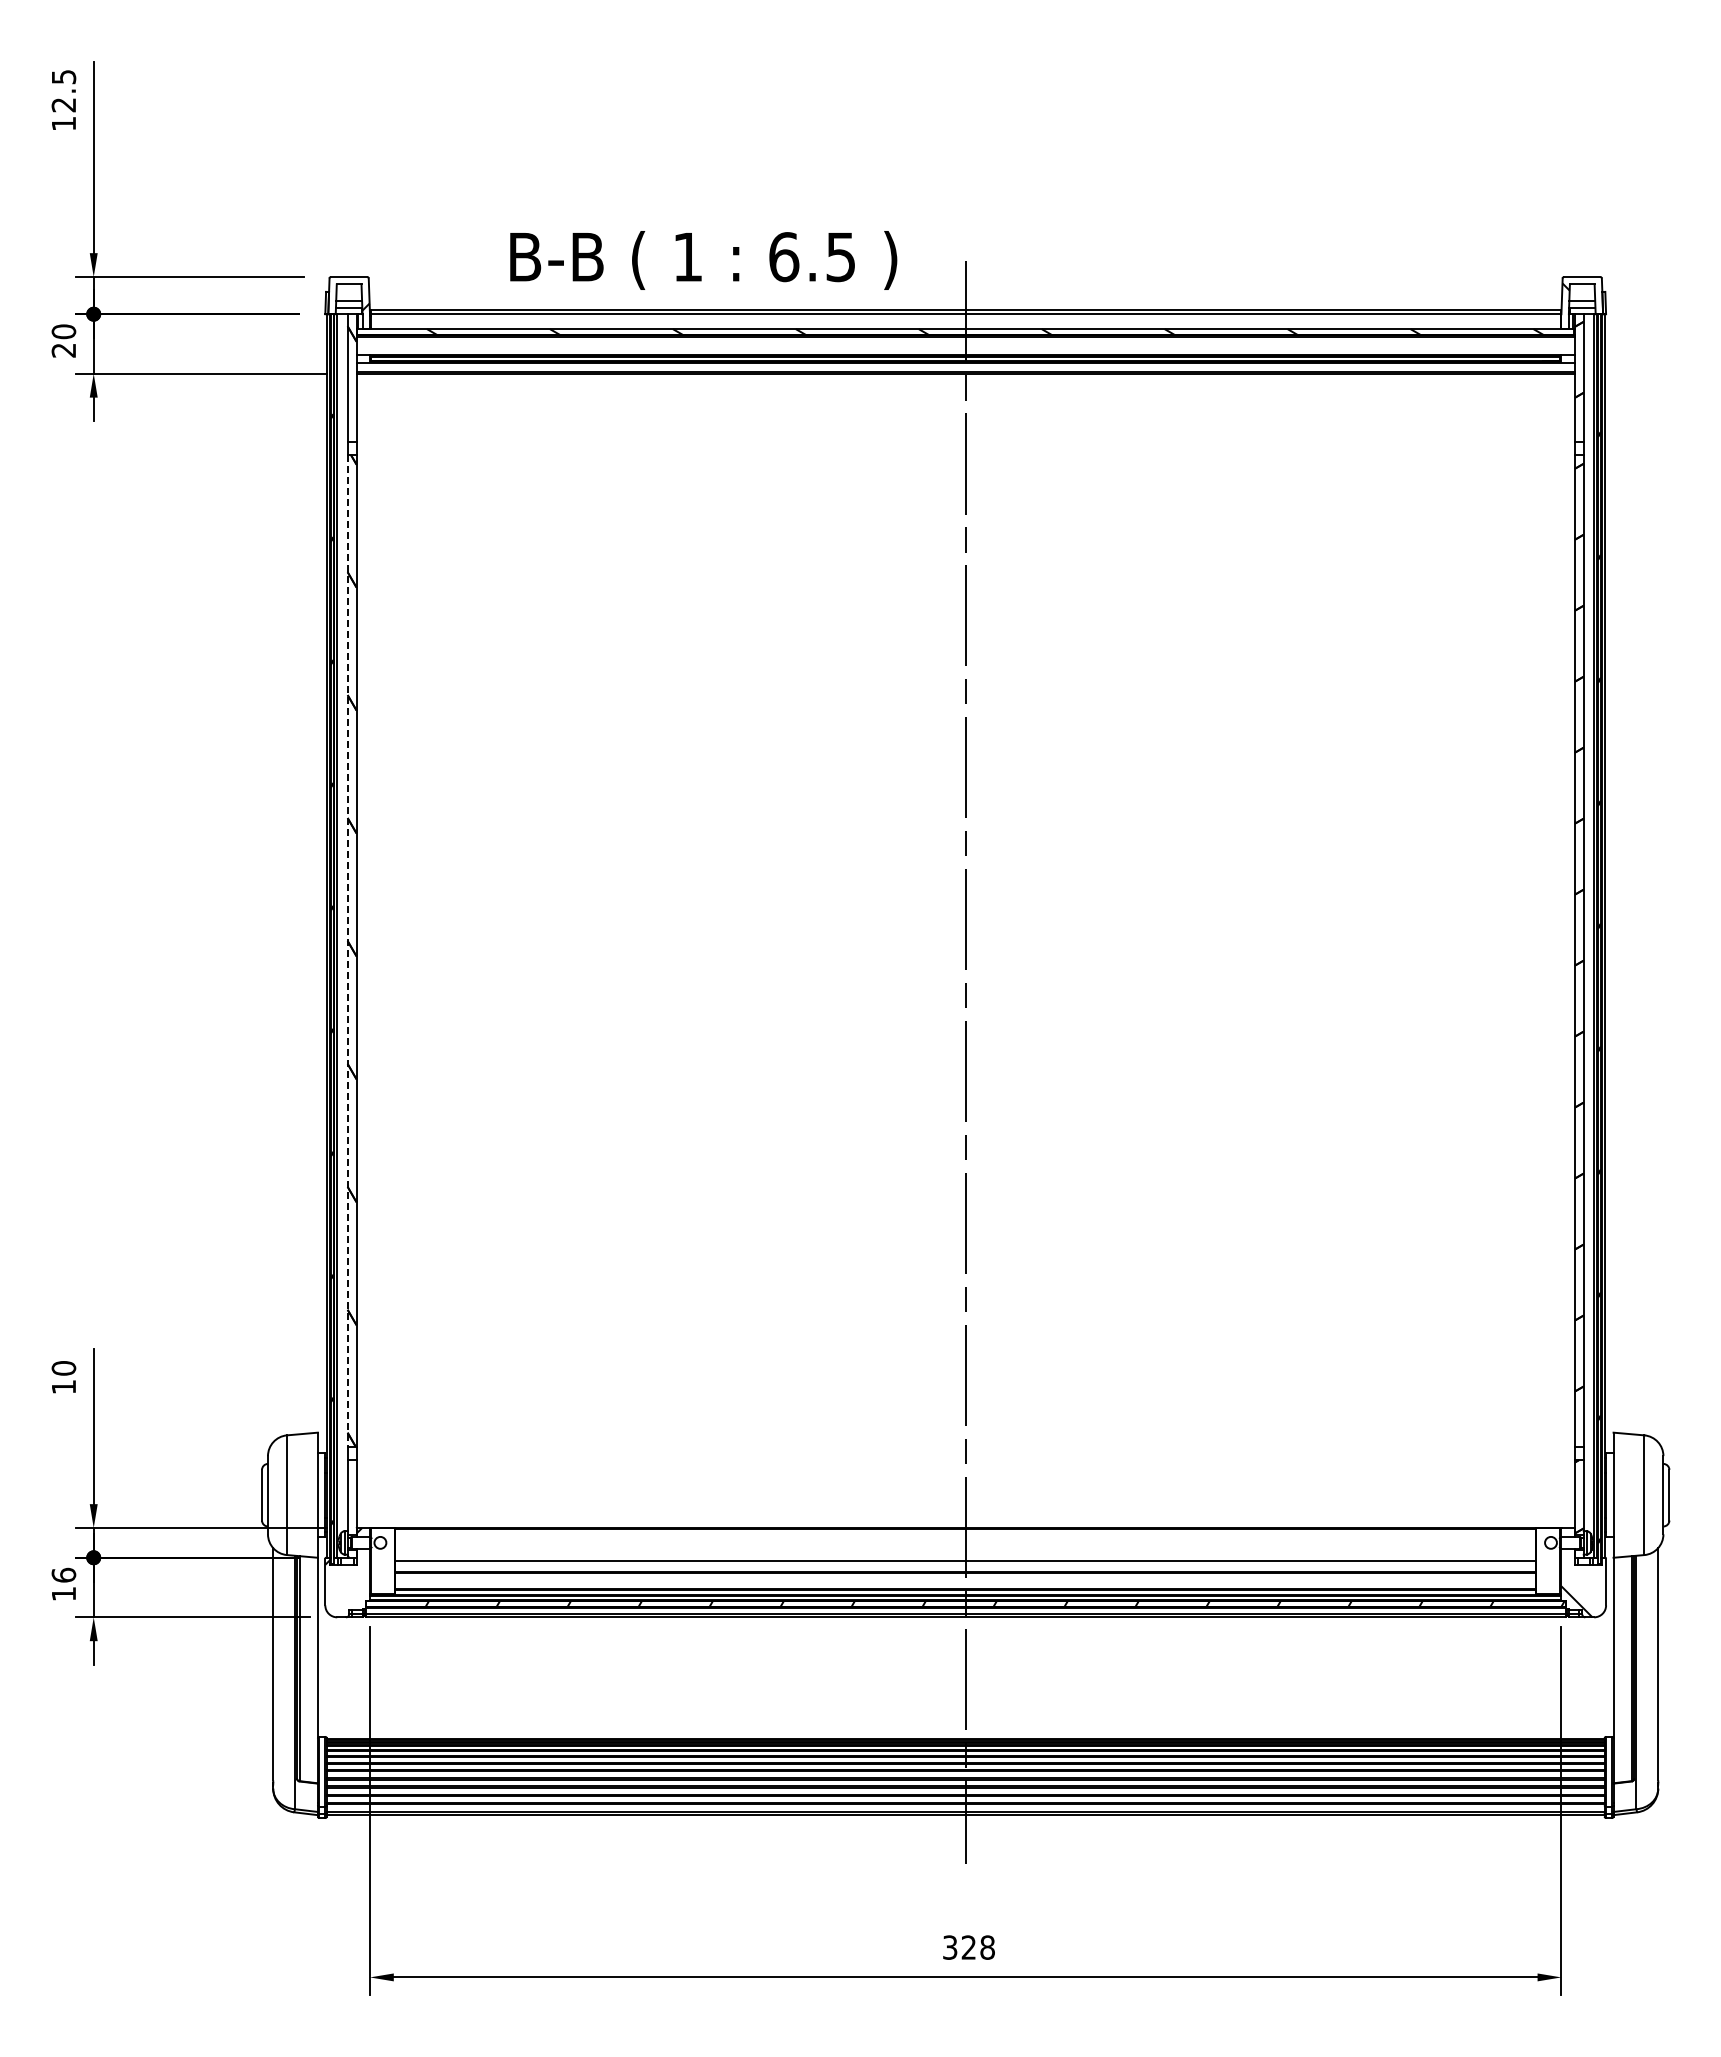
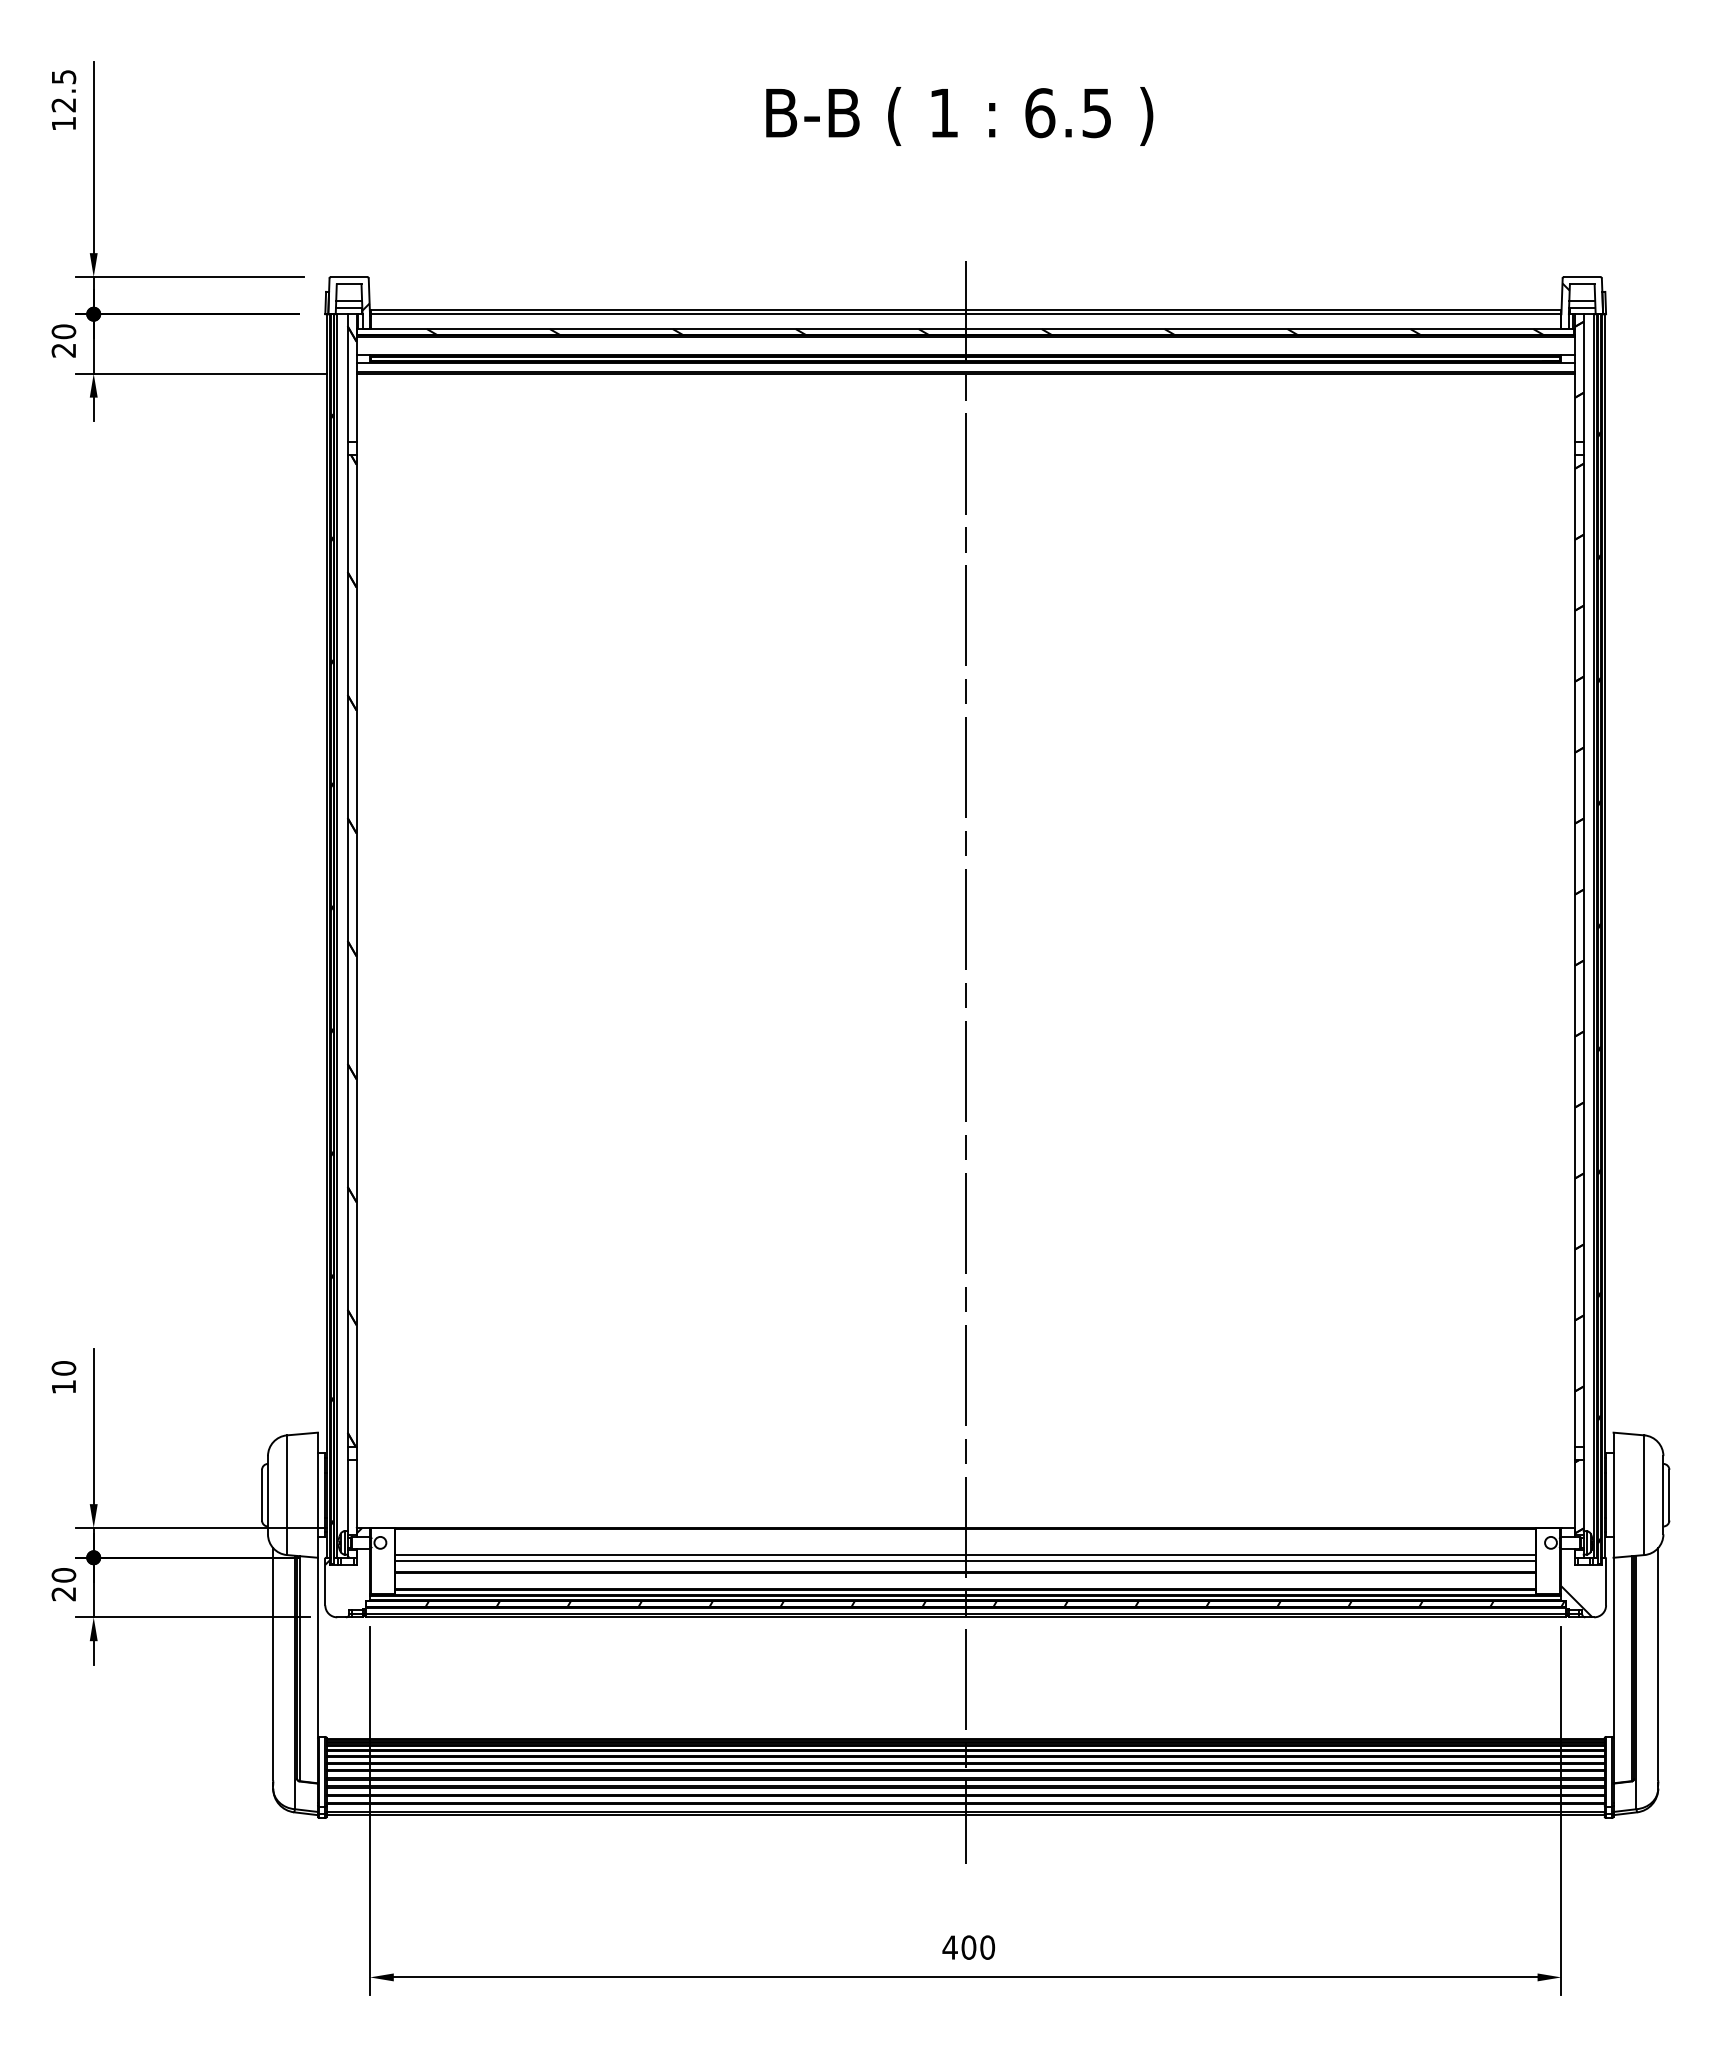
text at (703, 260) position: (703, 260) -> (959, 116)
line at (347, 950): dashed -> solid
line at (965, 1554): none -> present
text at (63, 1584): 16 -> 20
text at (968, 1947): 328 -> 400
